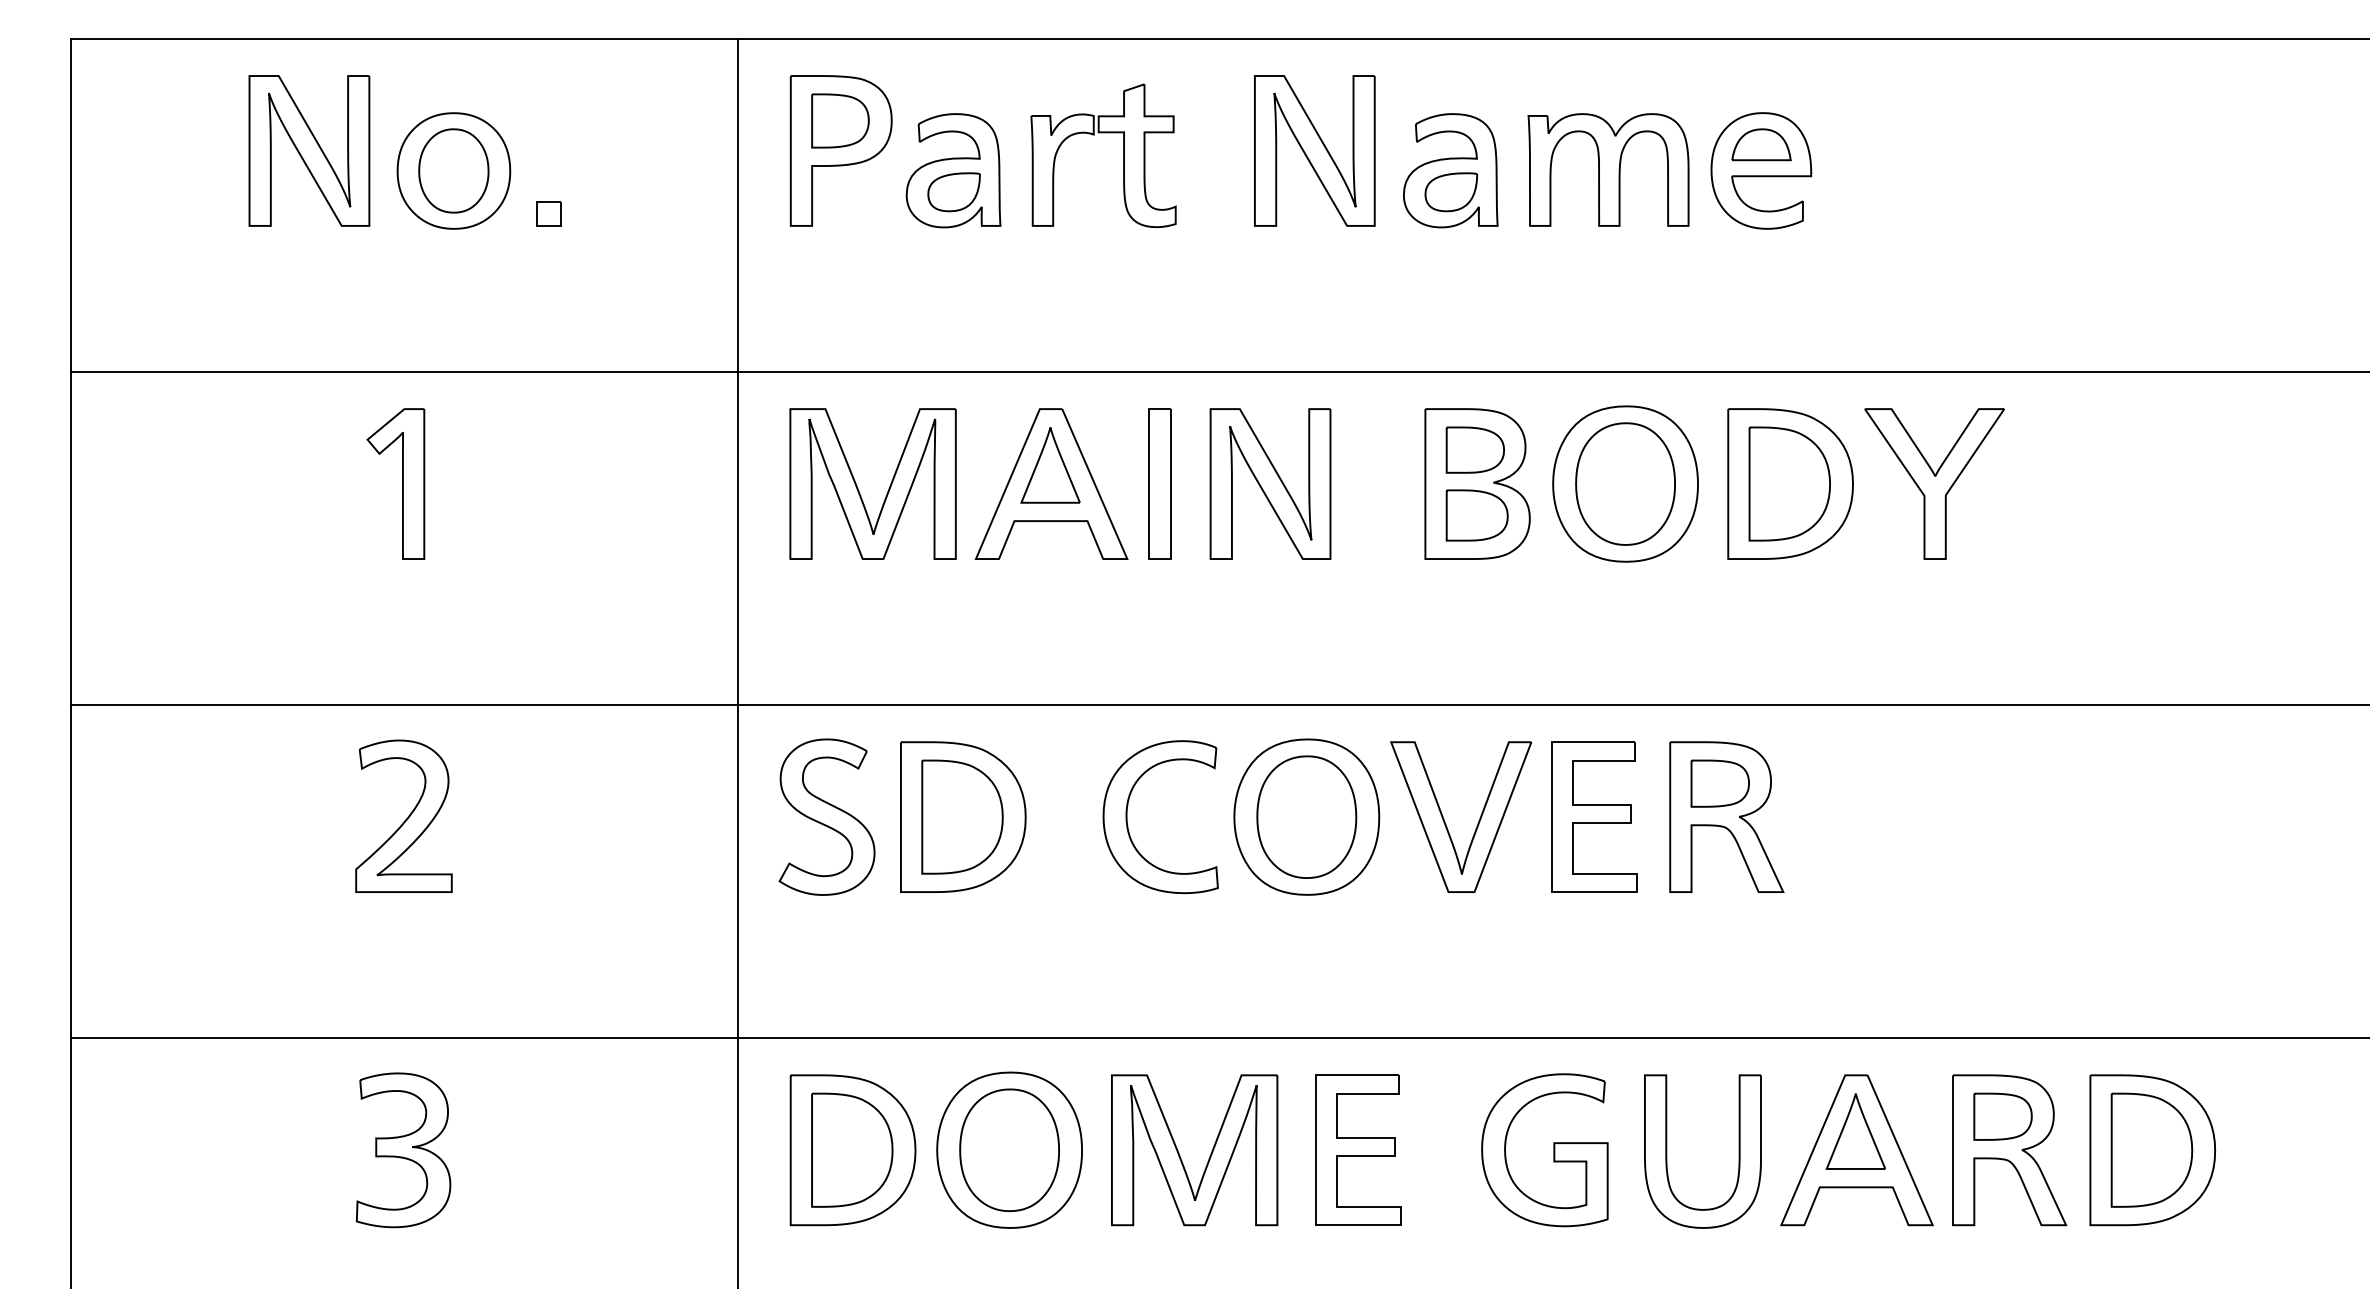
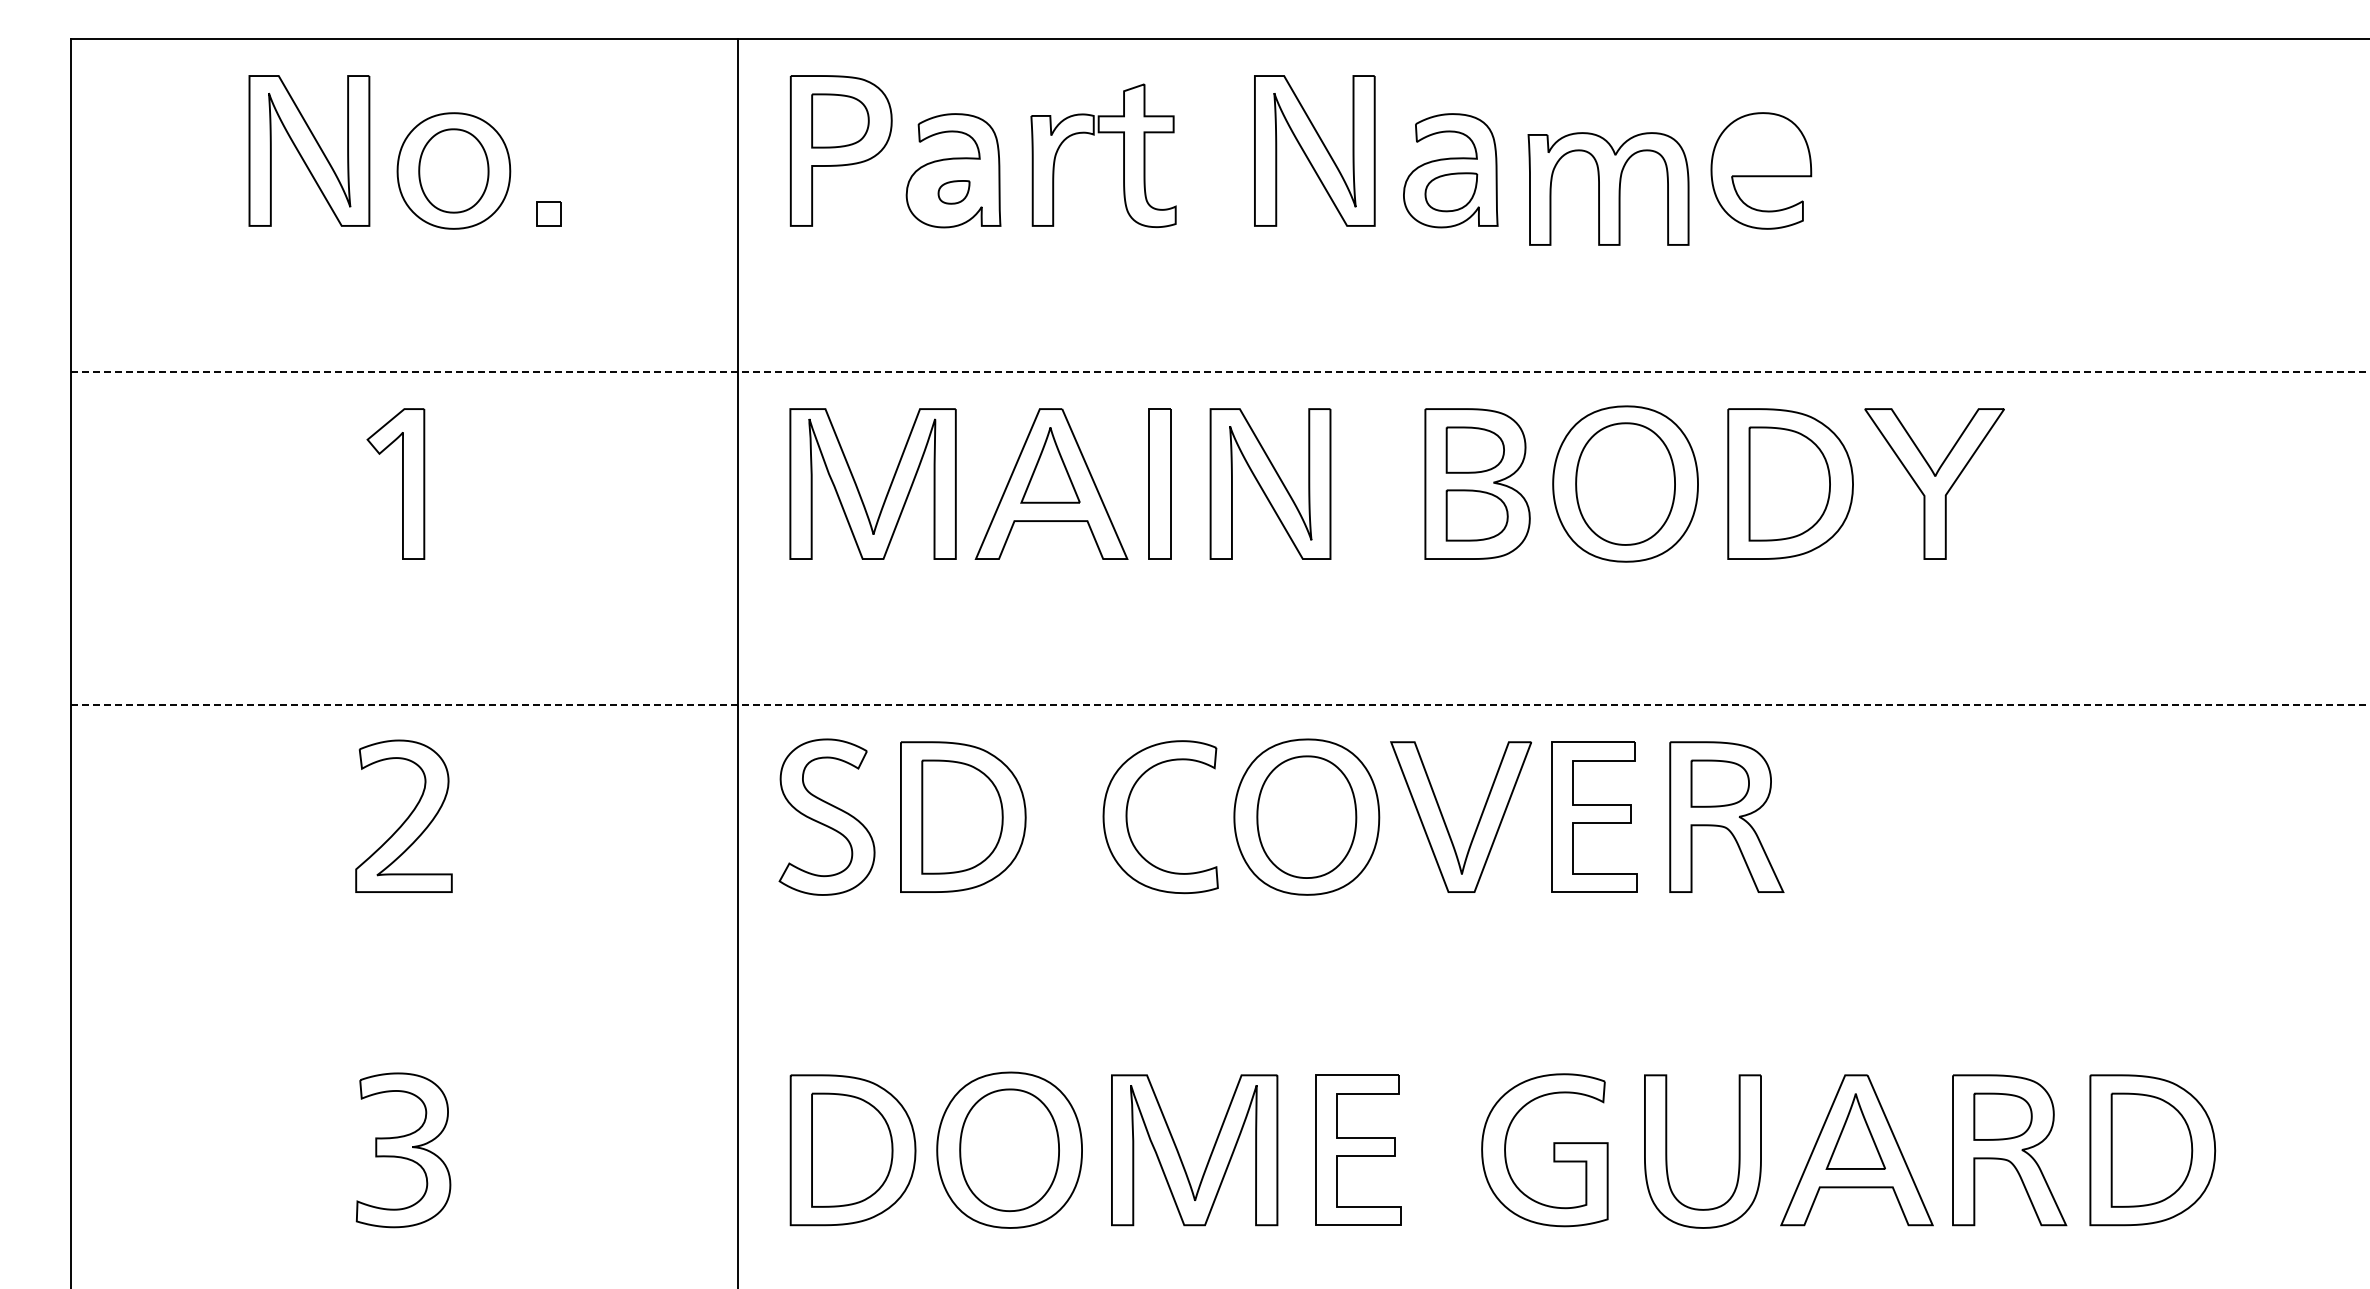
part at (1761, 144): present -> none
part at (1608, 169) position: (1608, 169) -> (1608, 188)
part at (953, 192) size: 54x41 px -> 34x25 px
line at (1220, 371): solid -> dashed
line at (1220, 704): solid -> dashed
line at (1218, 1037): present -> none
